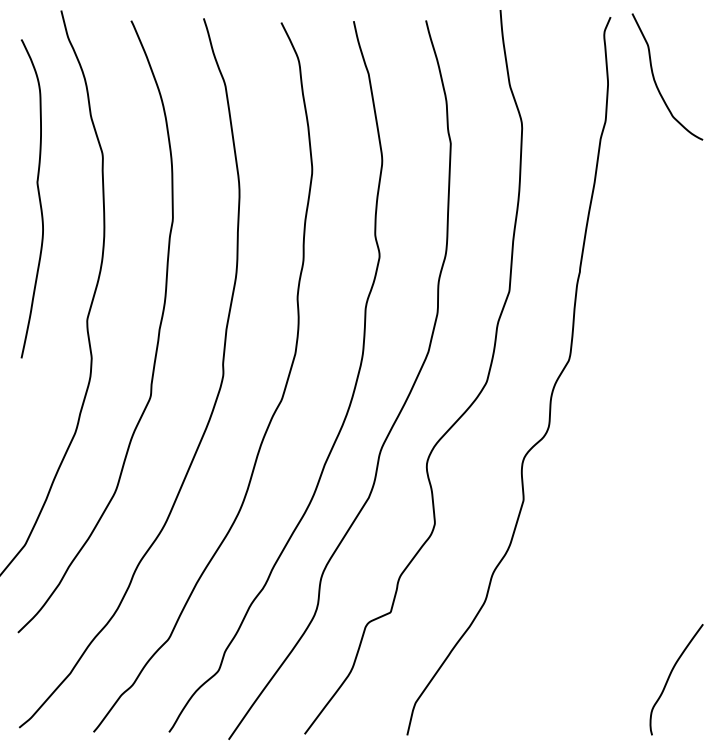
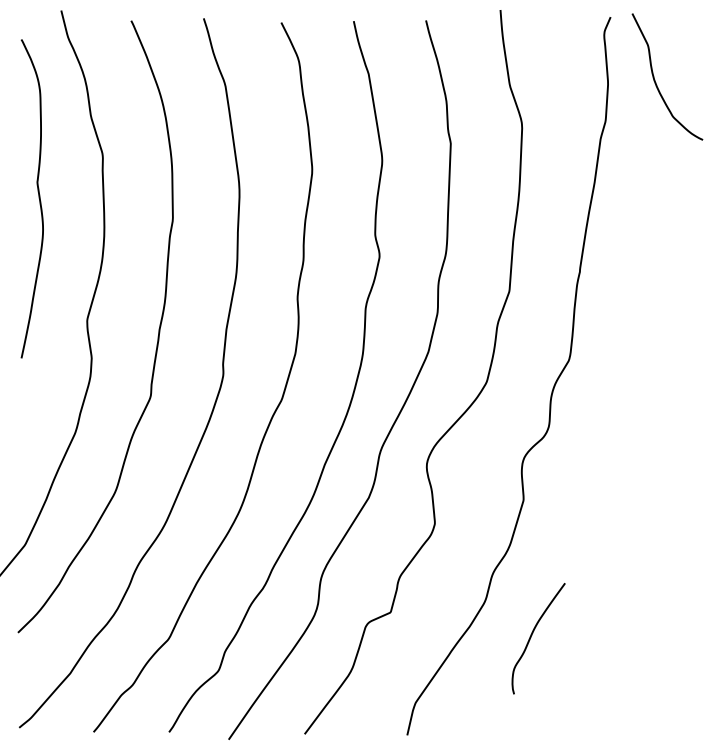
curve at (670, 676) position: (670, 676) -> (532, 635)
